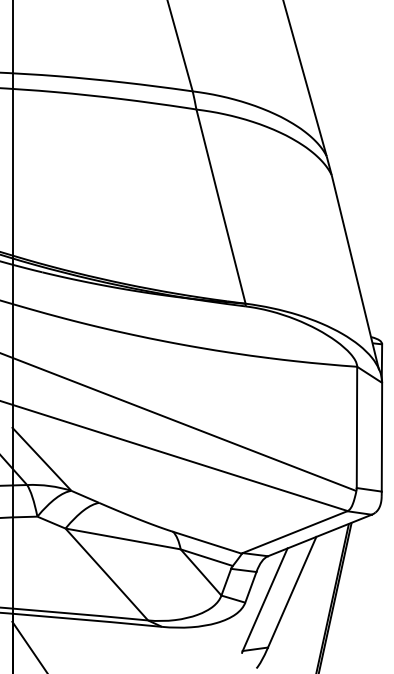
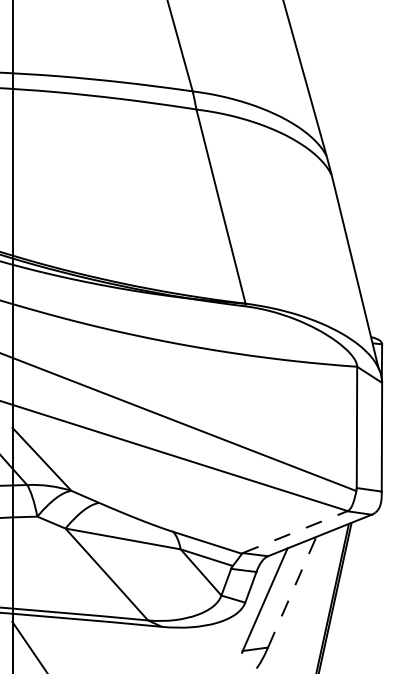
line at (295, 531): solid -> dashed
line at (292, 591): solid -> dashed
